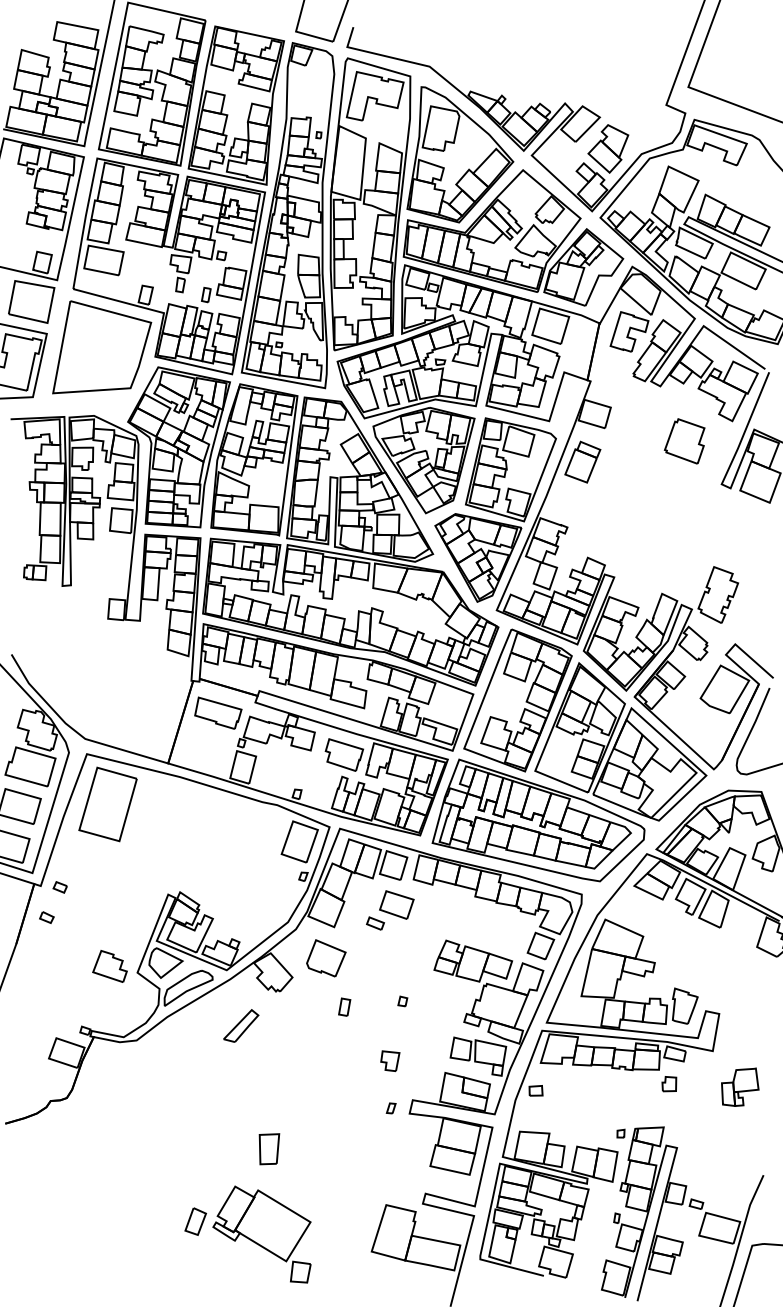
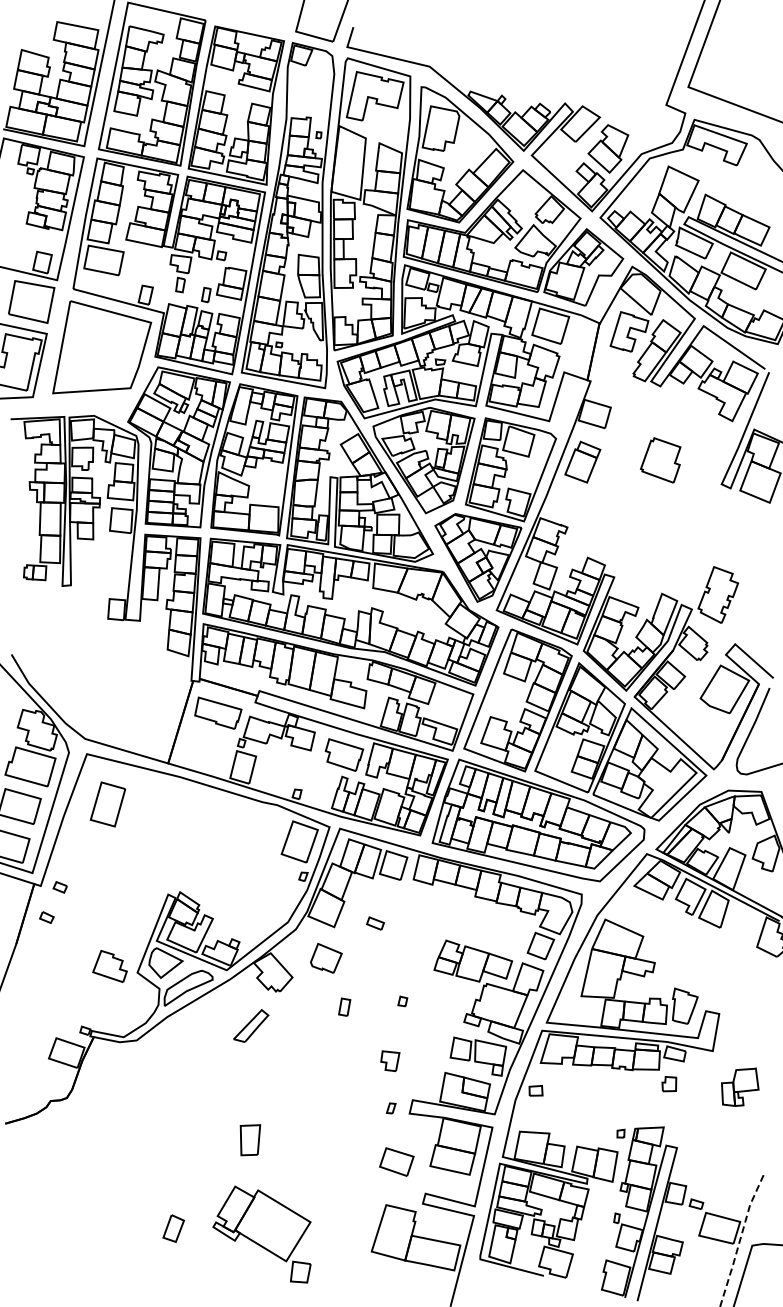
part at (684, 441) position: (684, 441) -> (660, 460)
part at (107, 804) size: 60x77 px -> 38x47 px
part at (396, 904) position: (396, 904) -> (396, 1161)
part at (326, 958) size: 41x39 px -> 33x32 px
part at (241, 1025) position: (241, 1025) -> (251, 1025)
part at (269, 1149) position: (269, 1149) -> (250, 1140)
part at (195, 1221) position: (195, 1221) -> (173, 1228)
line at (740, 1240): solid -> dashed
